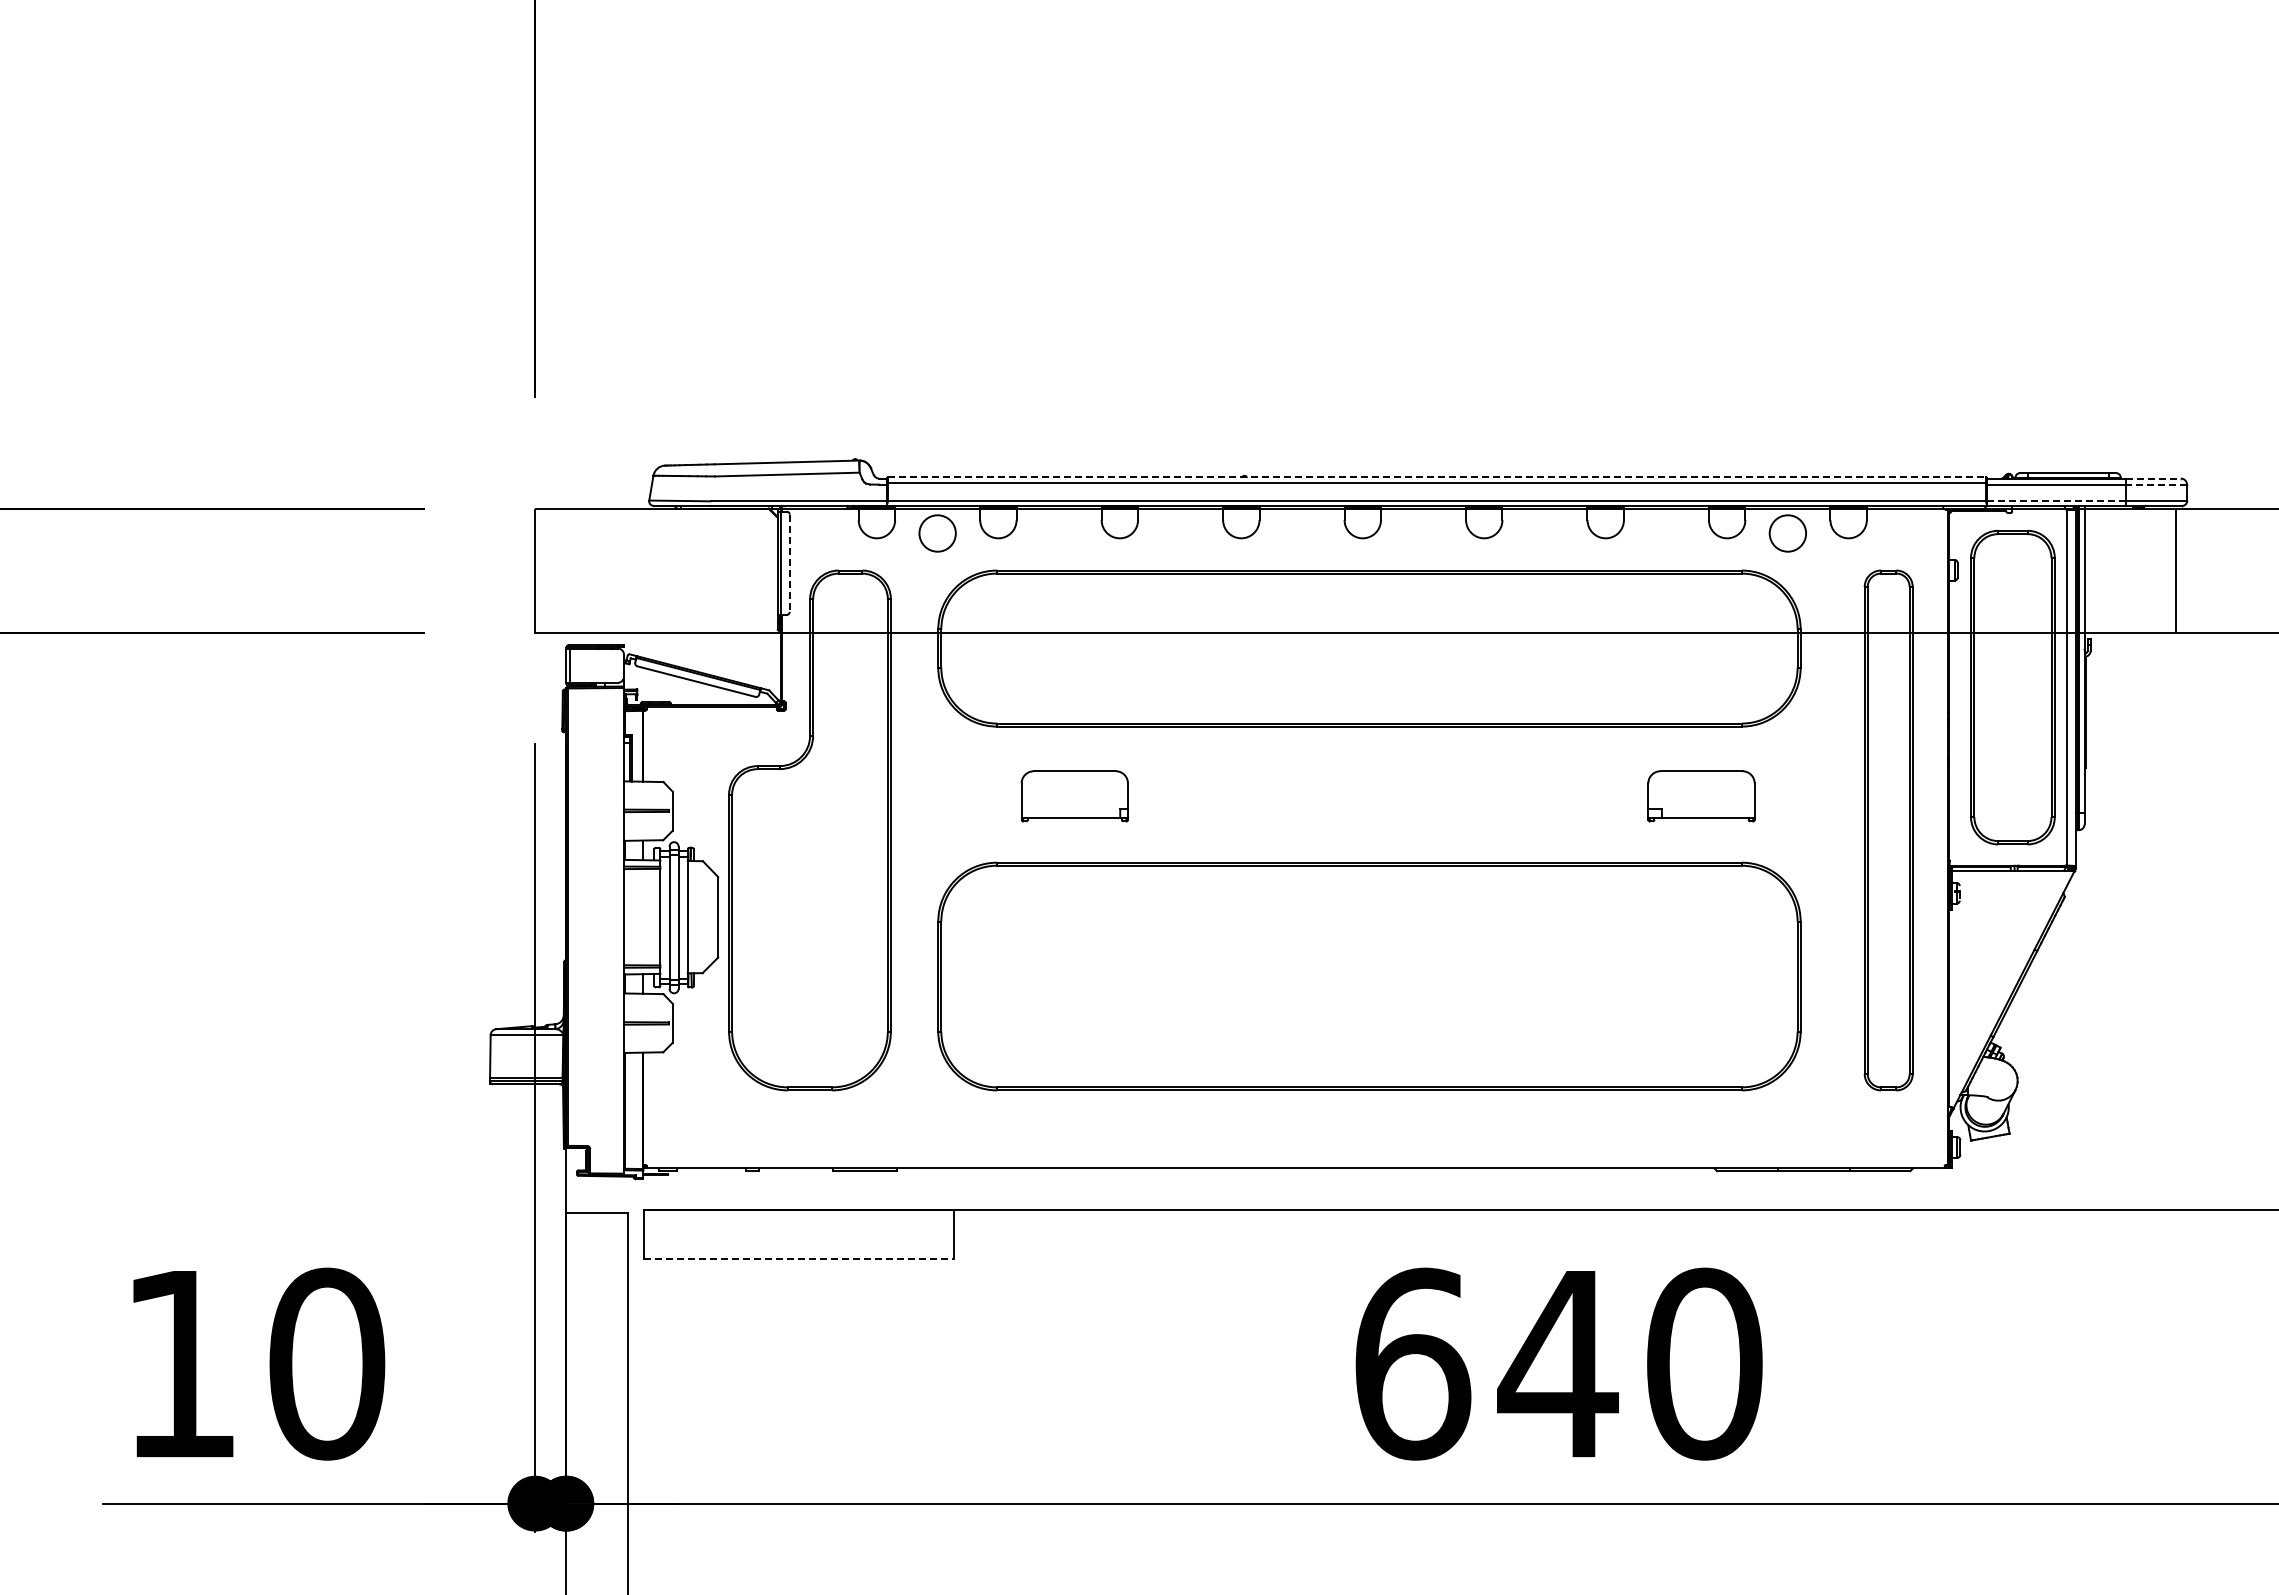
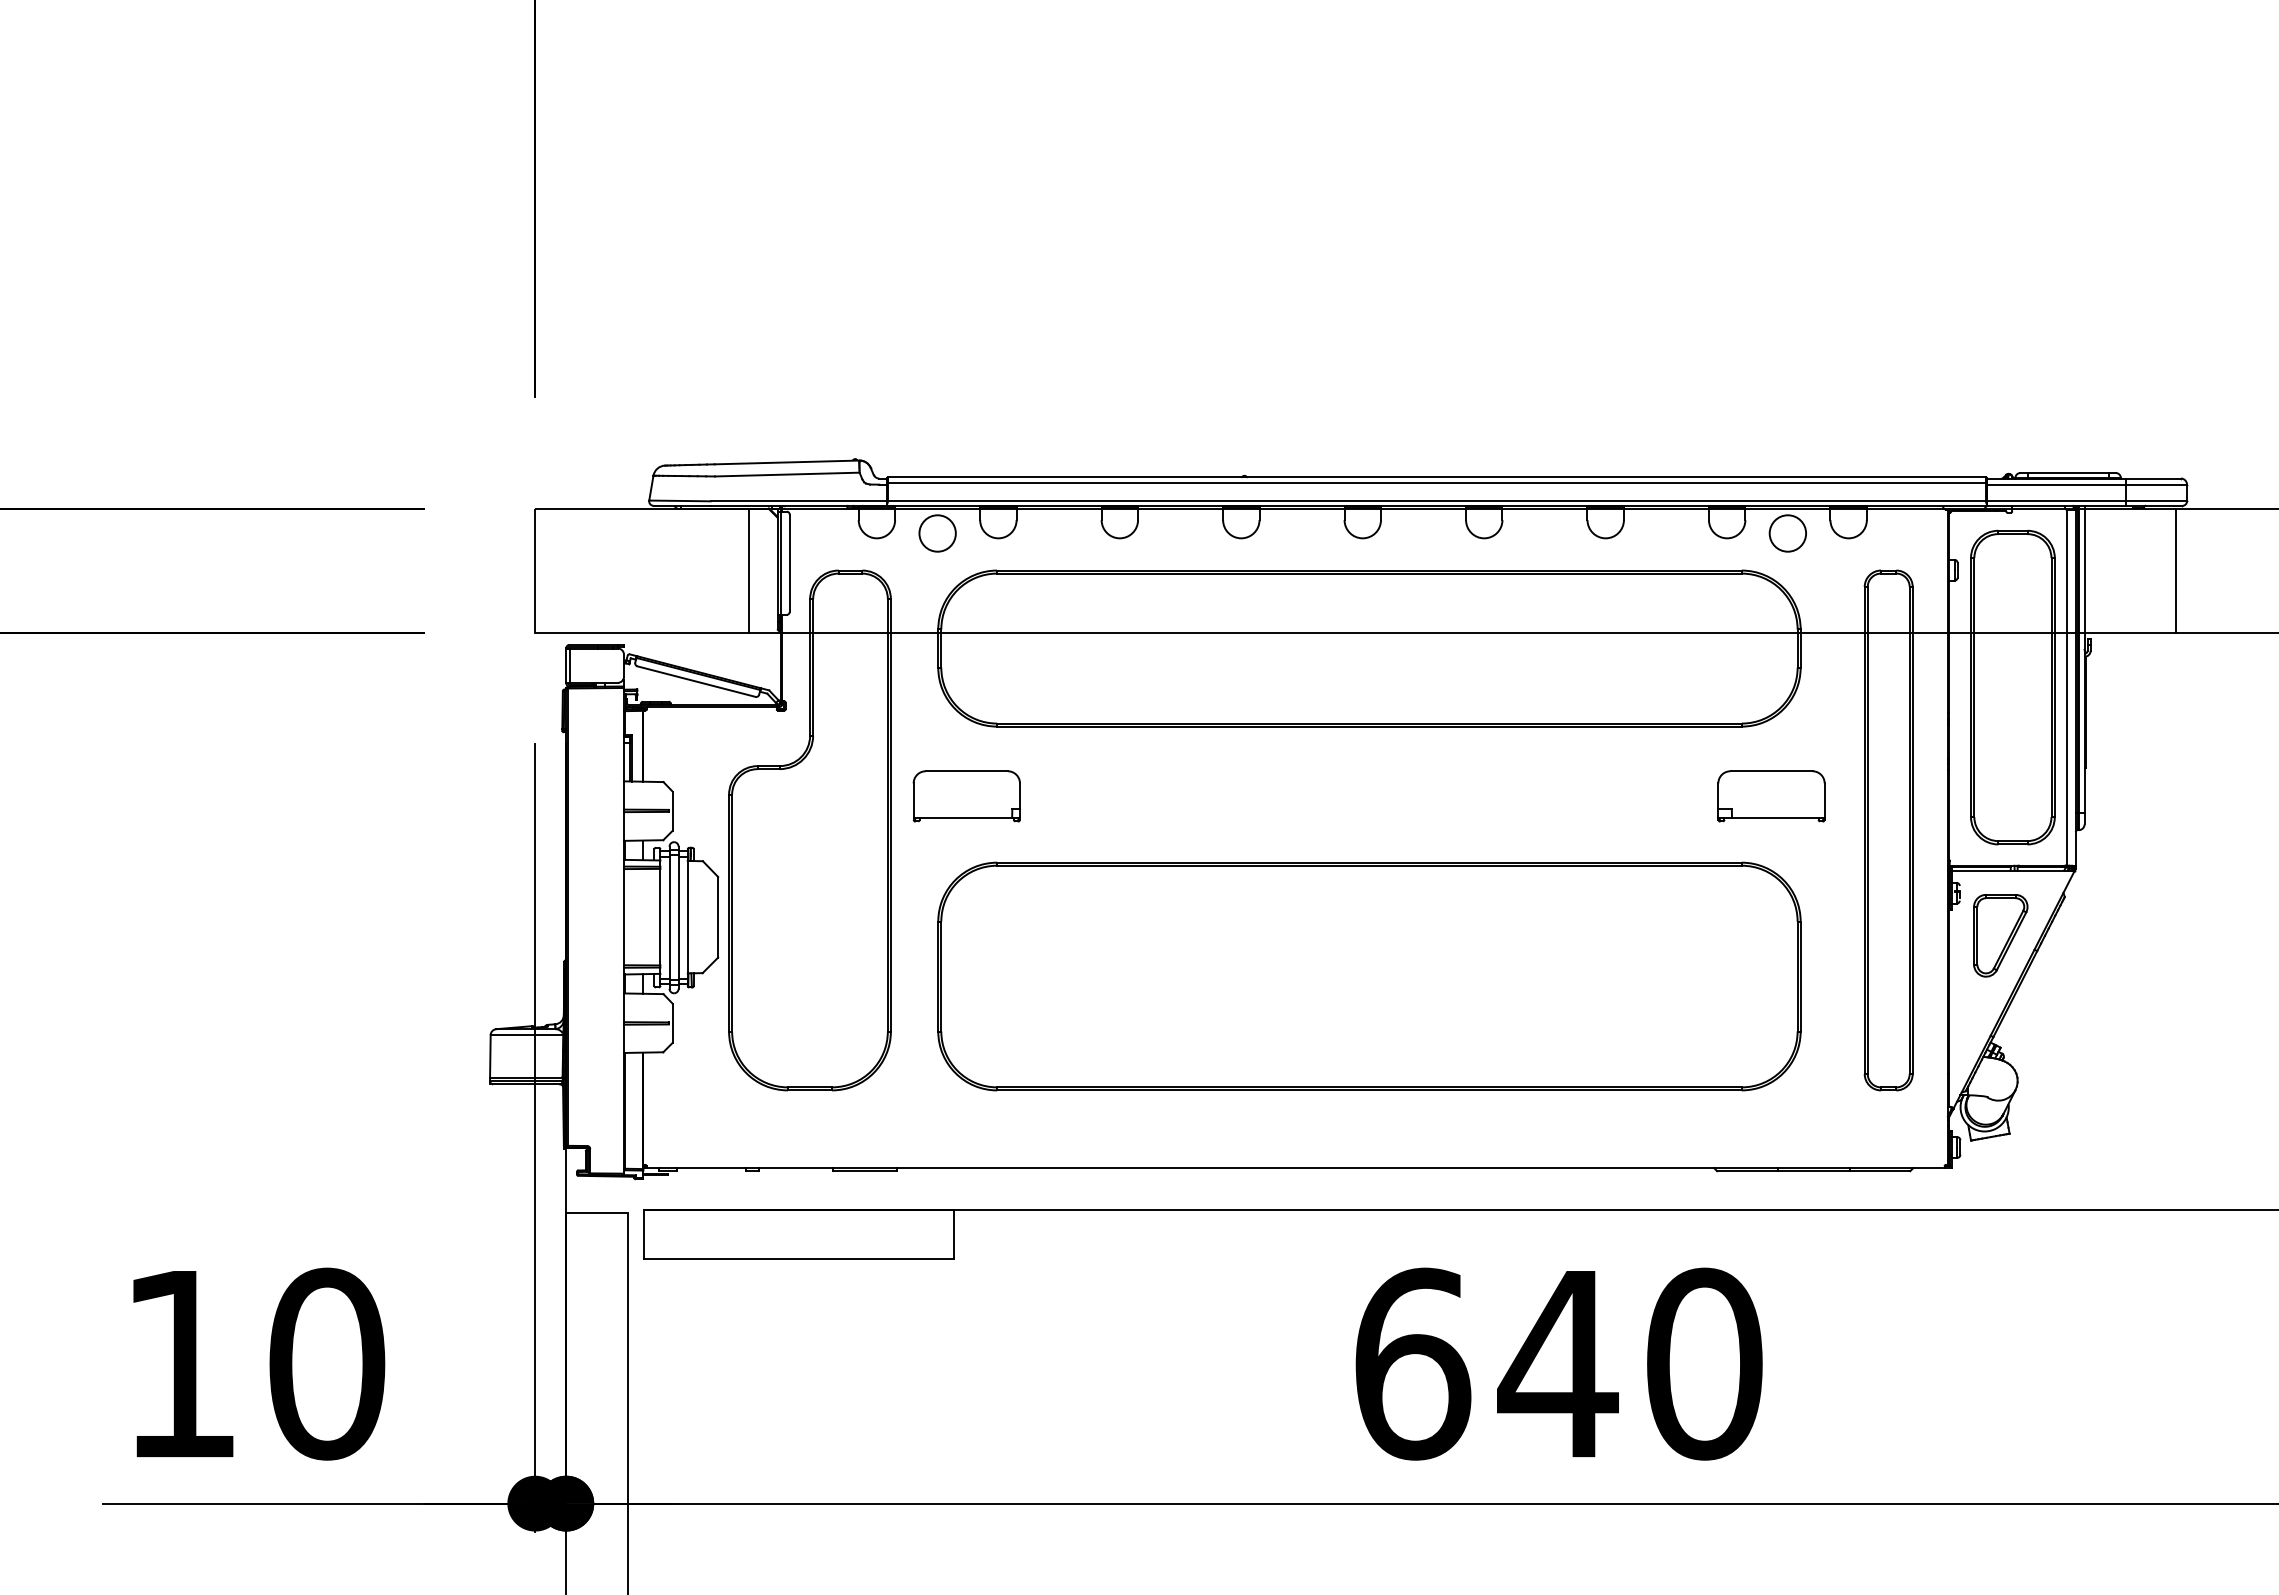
line at (1436, 477): dashed -> solid
line at (2154, 478): dashed -> solid
line at (2156, 484): dashed -> solid
line at (2056, 501): dashed -> solid
line at (789, 563): dashed -> solid
line at (749, 570): none -> present
part at (1074, 796) position: (1074, 796) -> (966, 796)
part at (1701, 796) position: (1701, 796) -> (1771, 796)
part at (2000, 935): none -> present
line at (799, 1259): dashed -> solid
